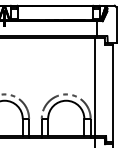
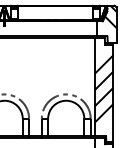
hatch at (110, 16): none -> present
hatch at (104, 88): none -> present
